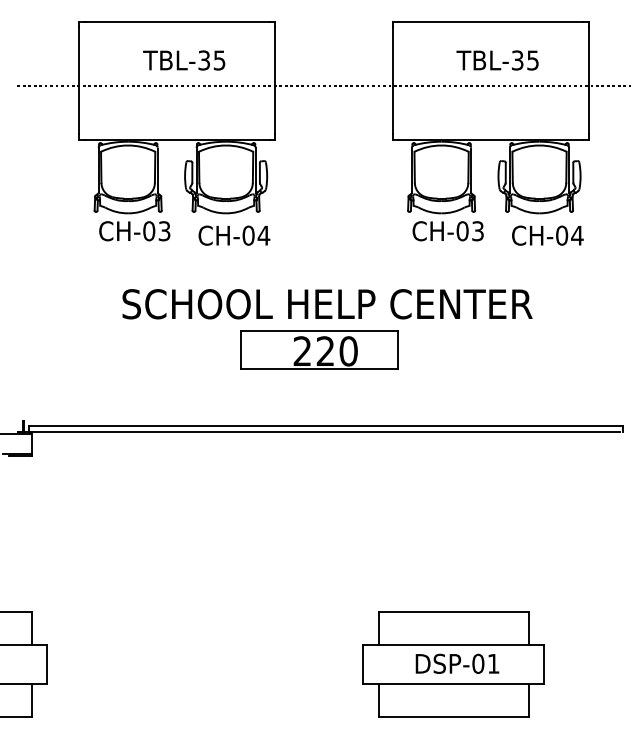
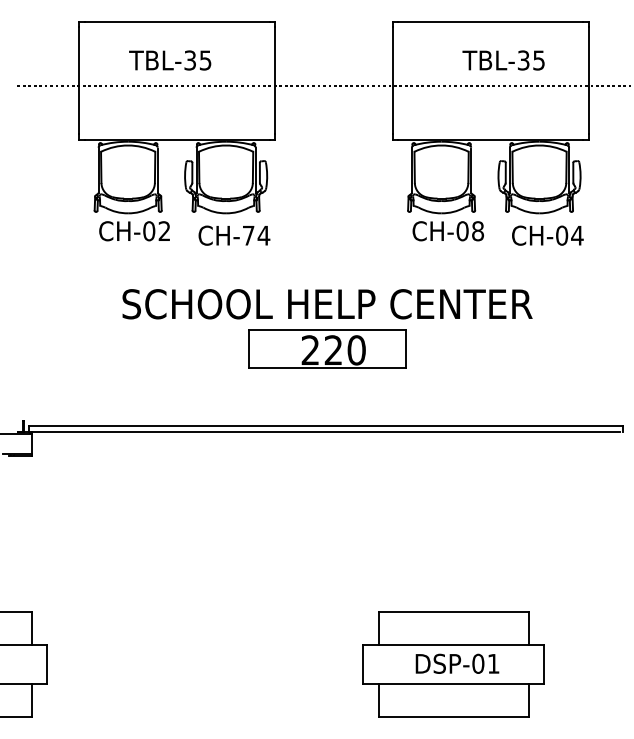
text at (184, 60) position: (184, 60) -> (170, 60)
text at (497, 60) position: (497, 60) -> (503, 60)
text at (164, 231): CH-03 -> CH-02
text at (478, 231): CH-03 -> CH-08
text at (248, 235): CH-04 -> CH-74
part at (319, 349) position: (319, 349) -> (327, 348)
